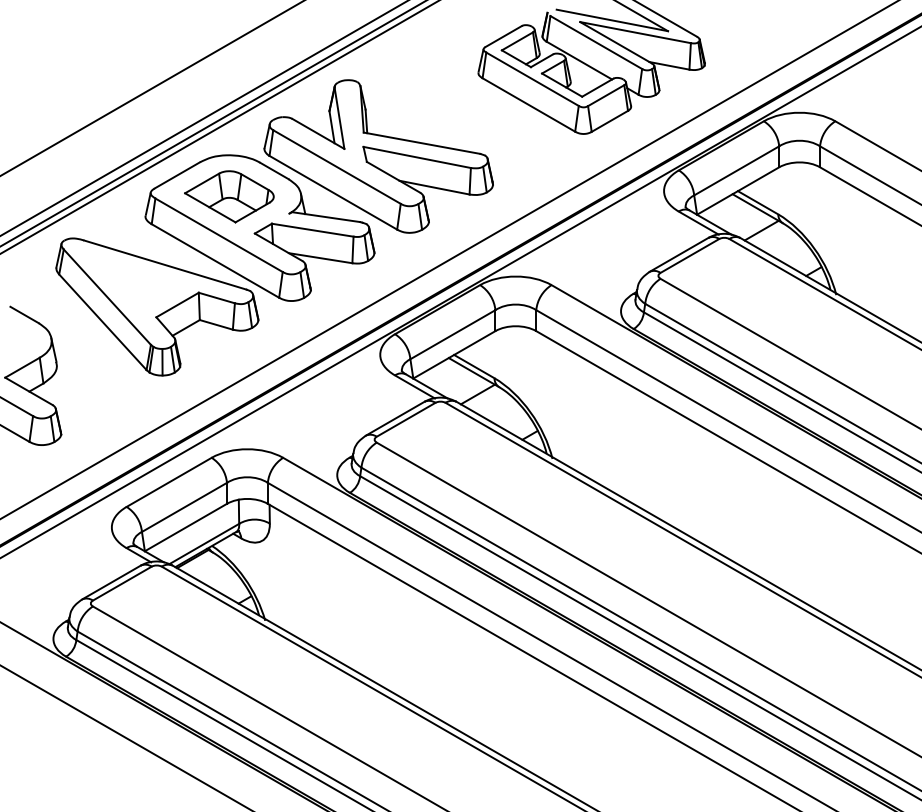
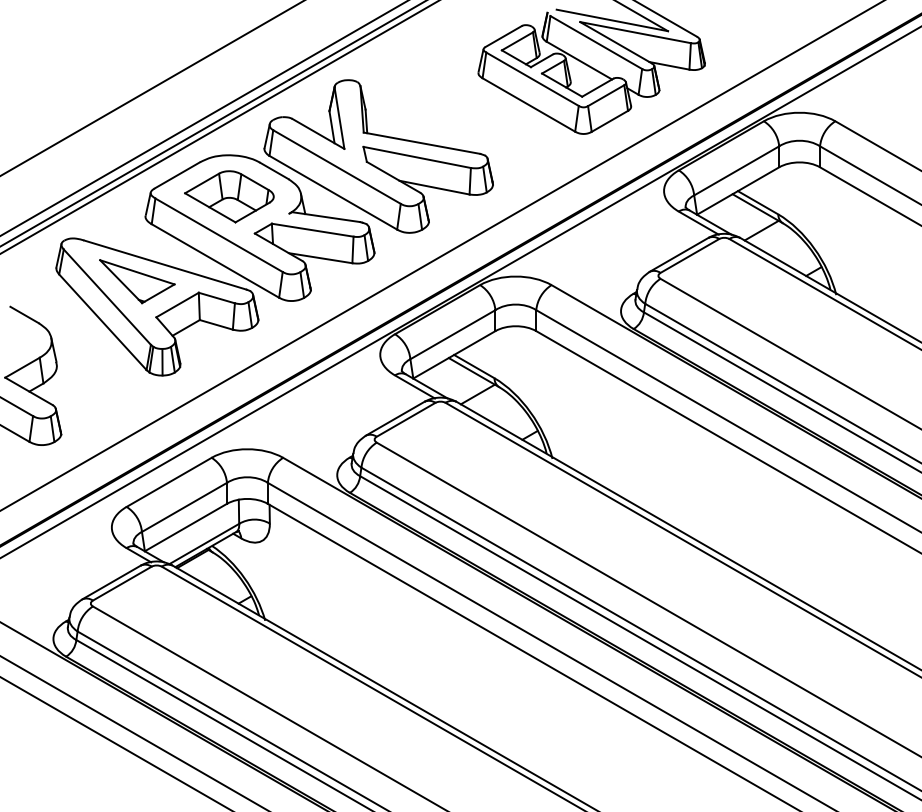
line at (448, 259) position: (448, 259) -> (441, 255)
part at (137, 281): none -> present
line at (125, 737) position: (125, 737) -> (133, 732)
line at (115, 743): none -> present
